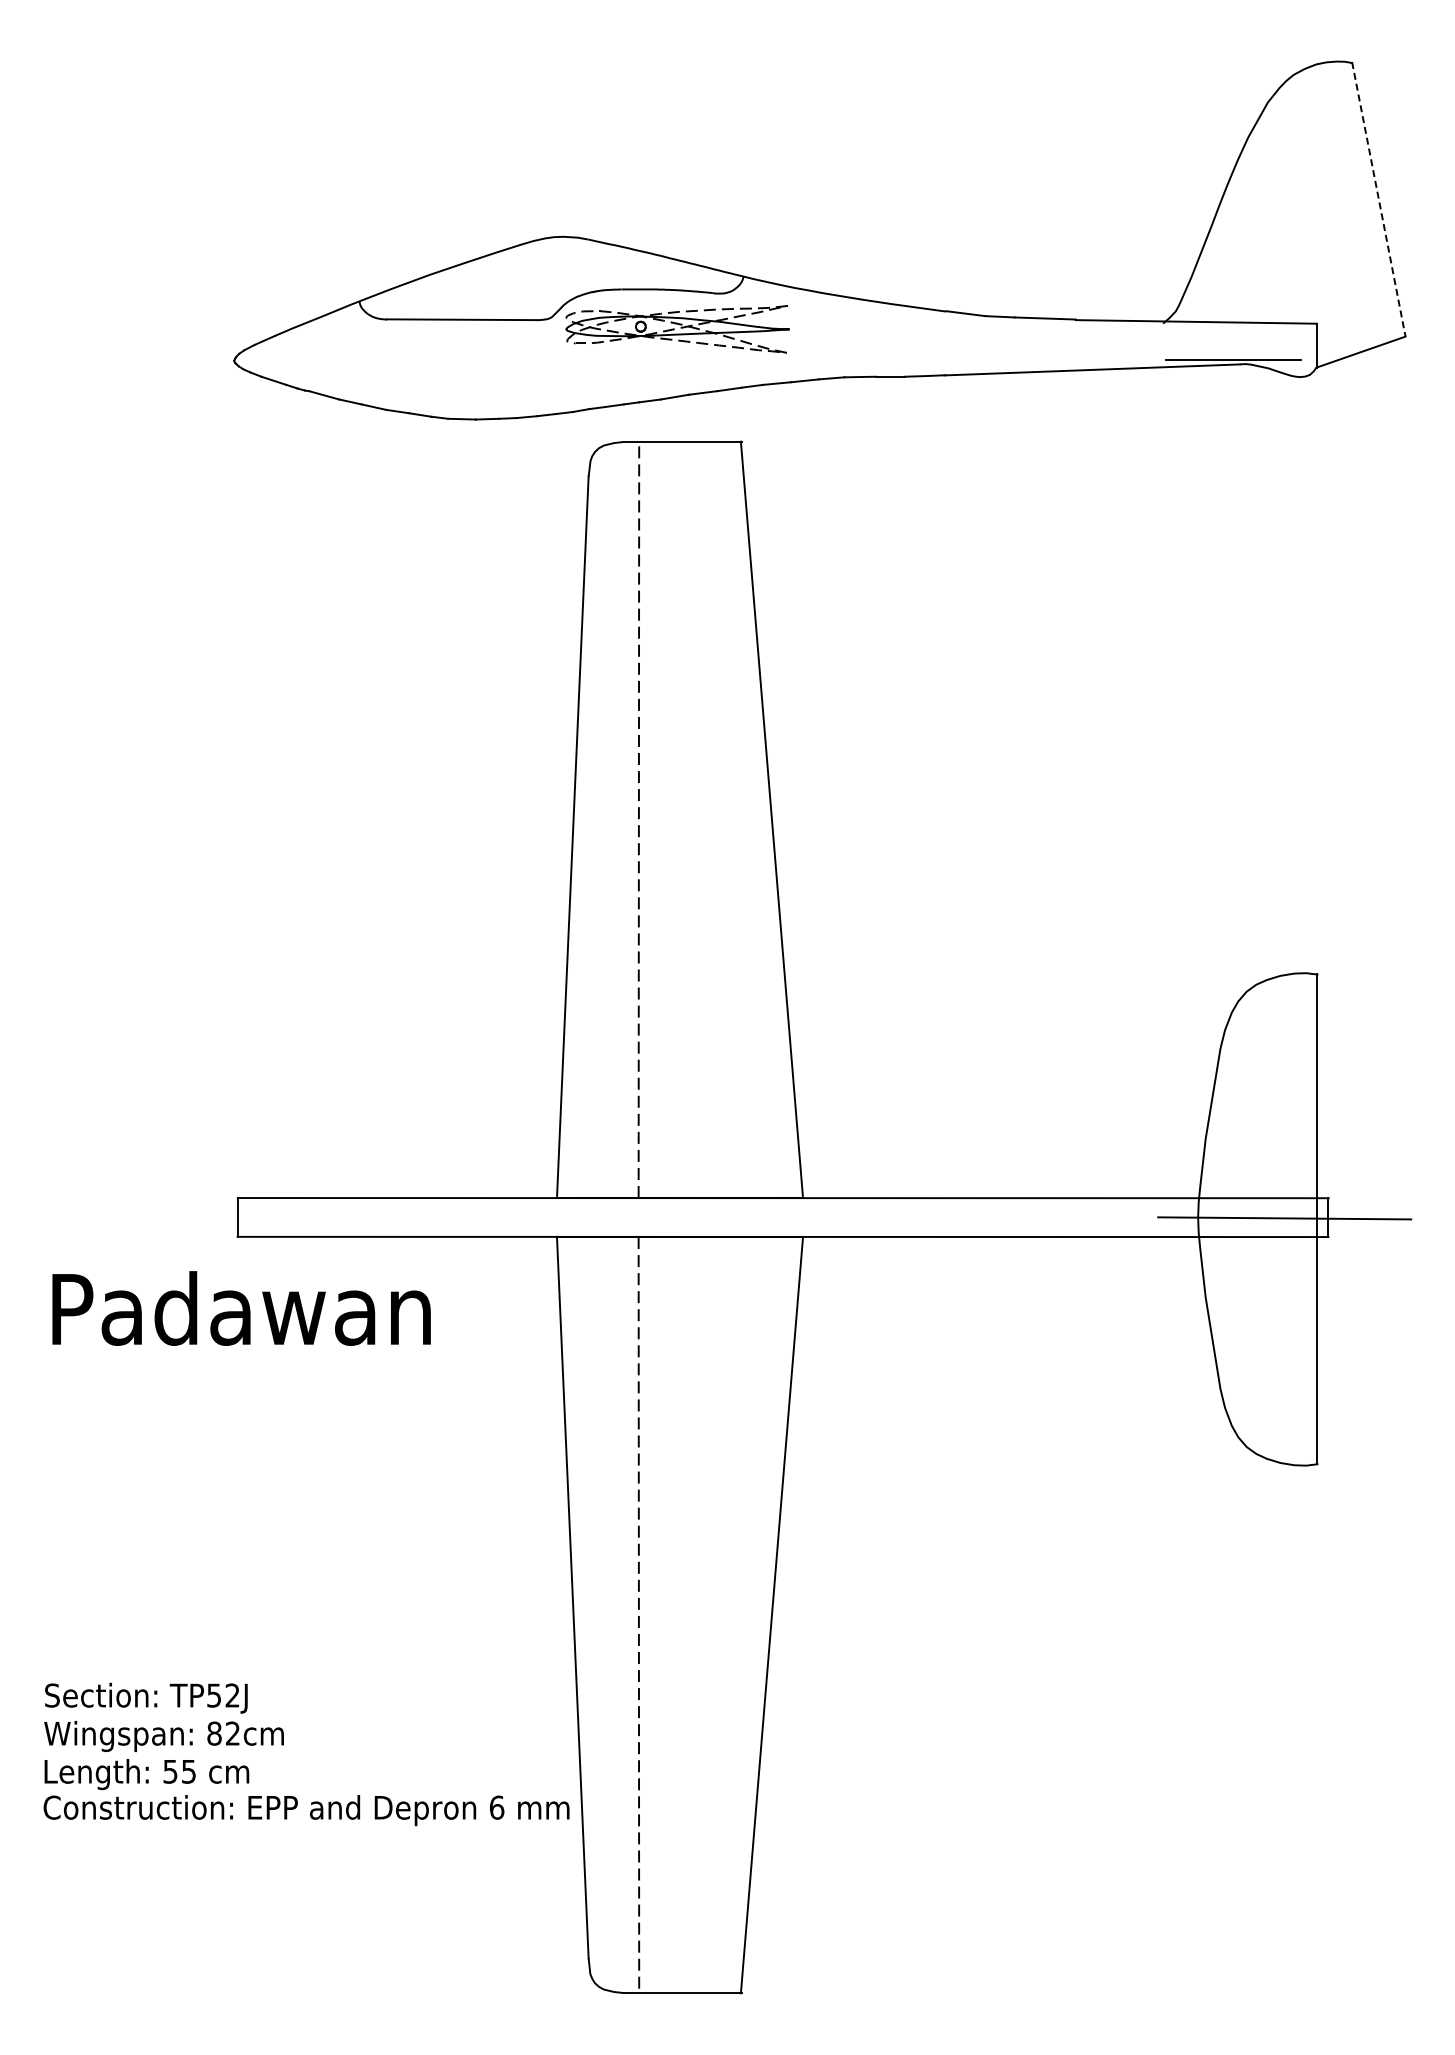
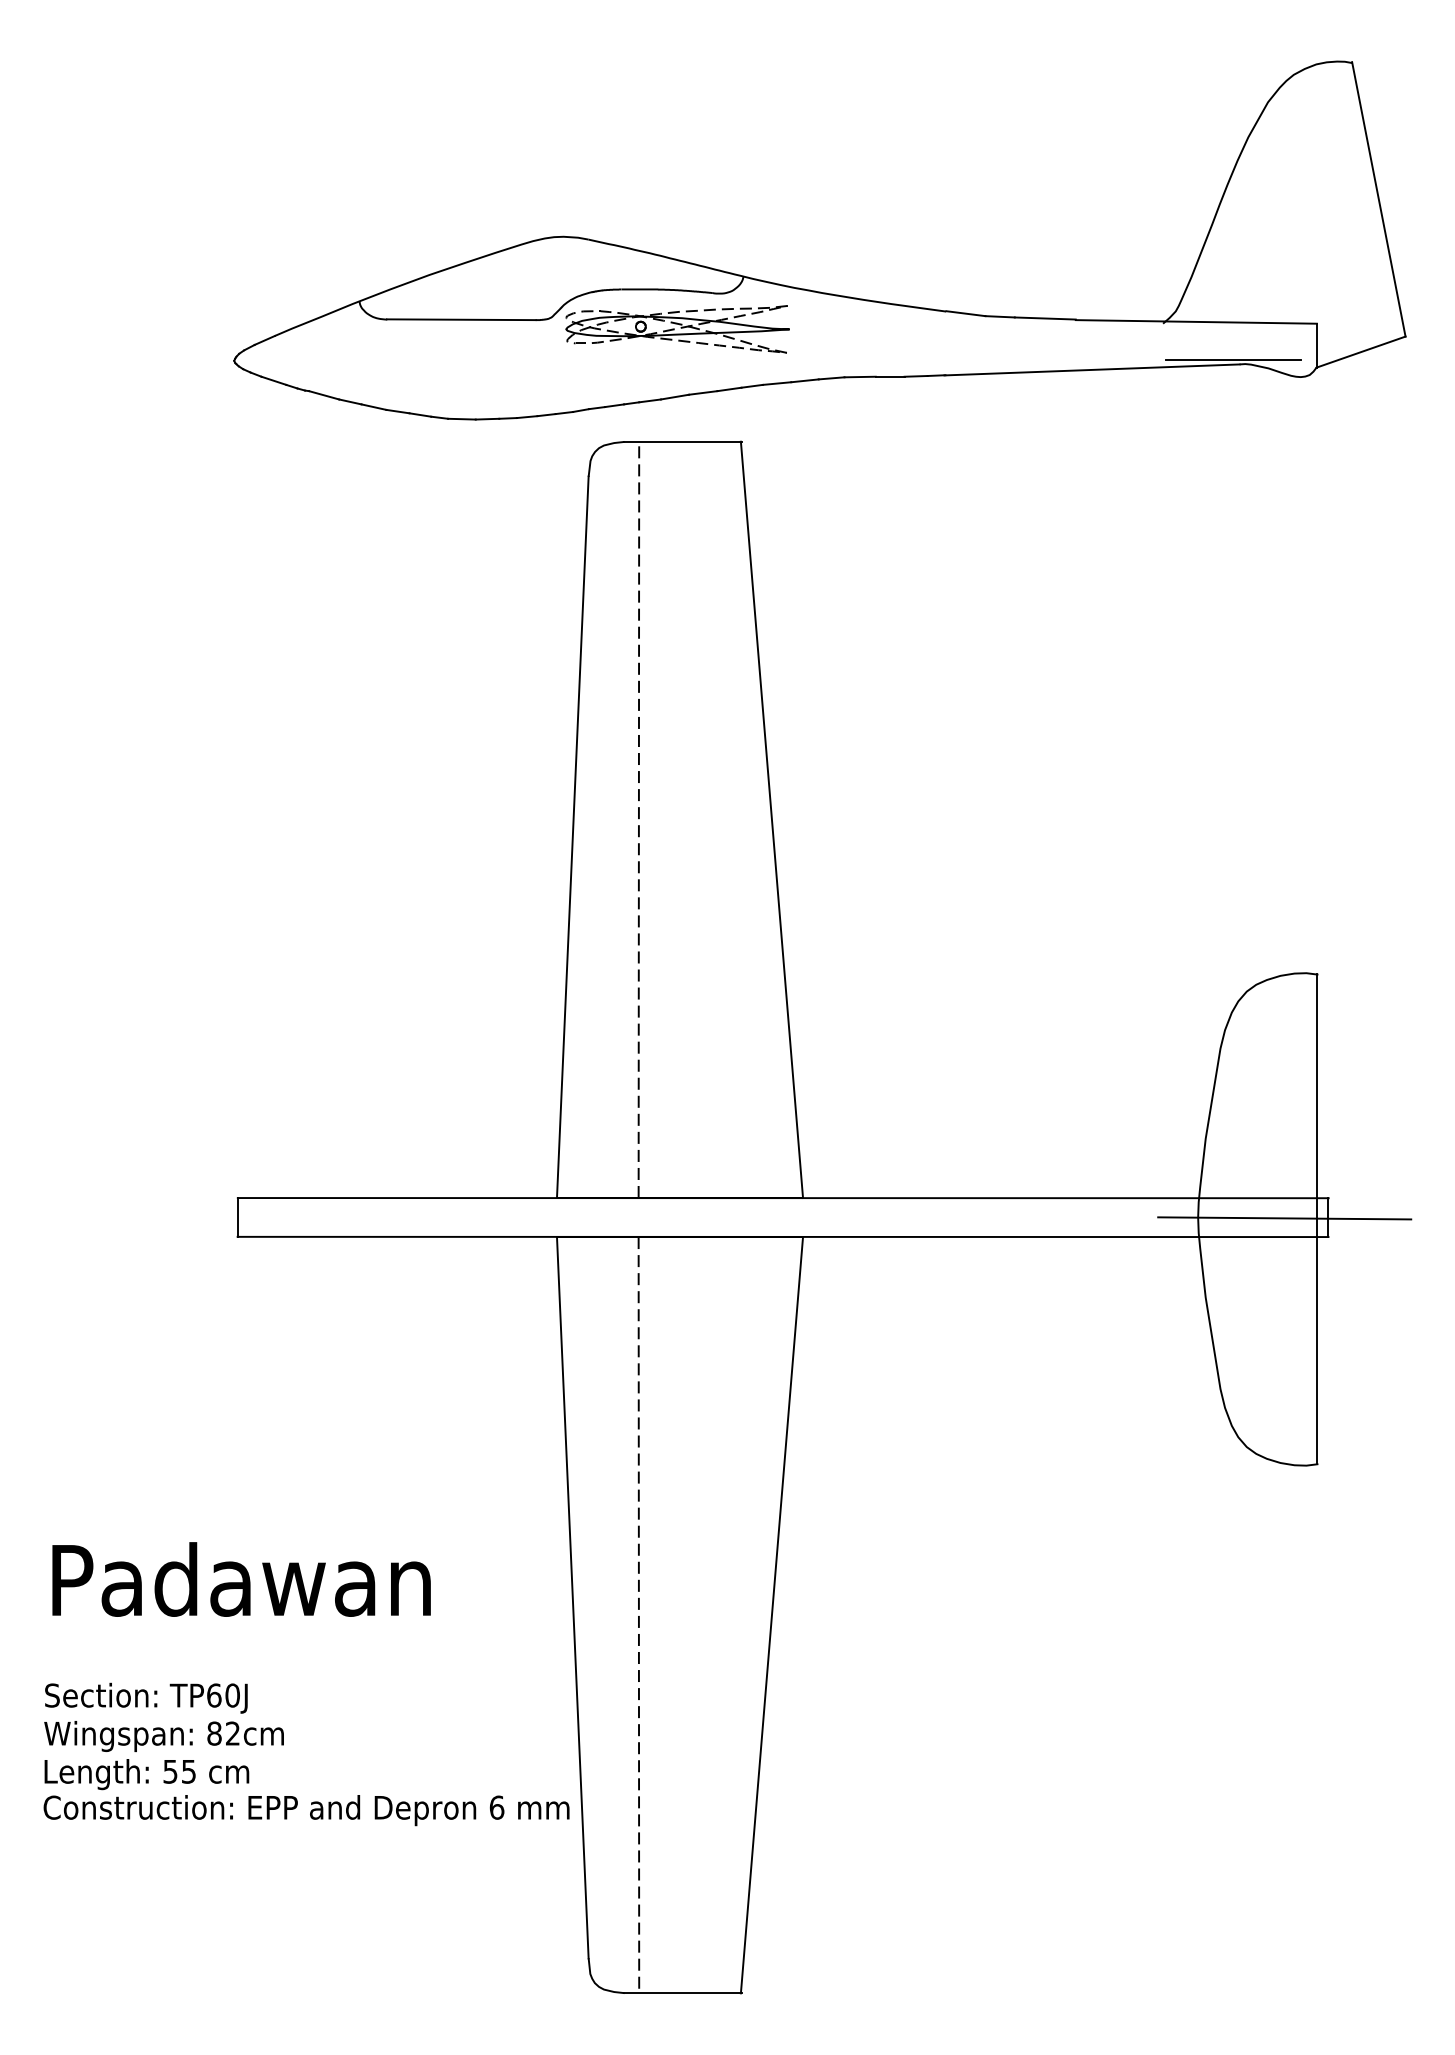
line at (1378, 199): dashed -> solid
text at (241, 1308) position: (241, 1308) -> (241, 1579)
text at (223, 1695): TP52J -> TP60J
